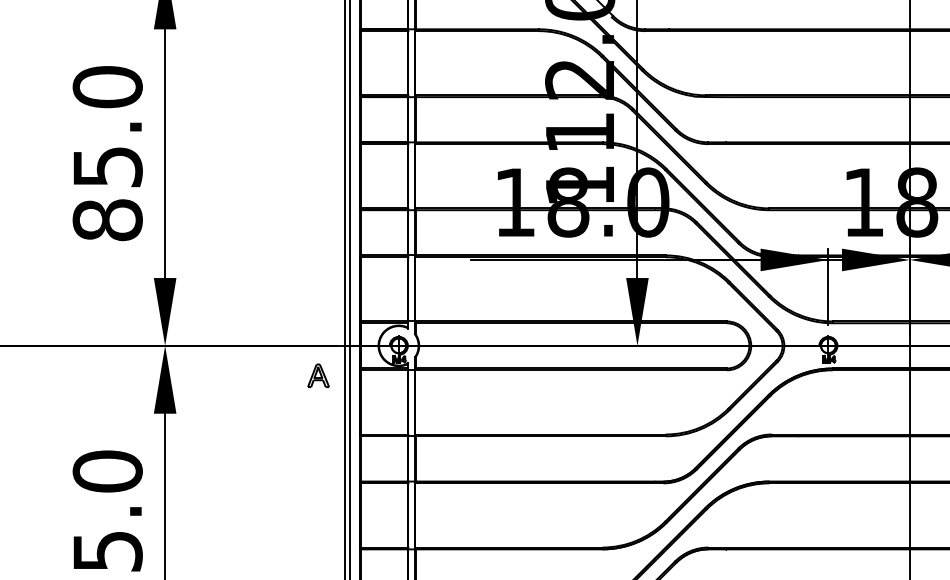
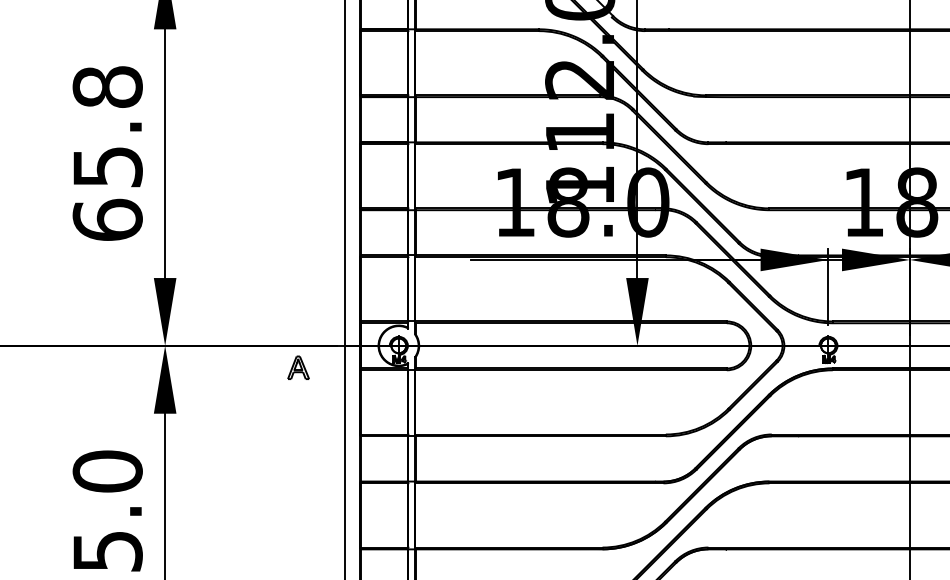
text at (107, 153): 85.0 -> 65.8
line at (349, 289): present -> none
part at (318, 375) position: (318, 375) -> (298, 367)
